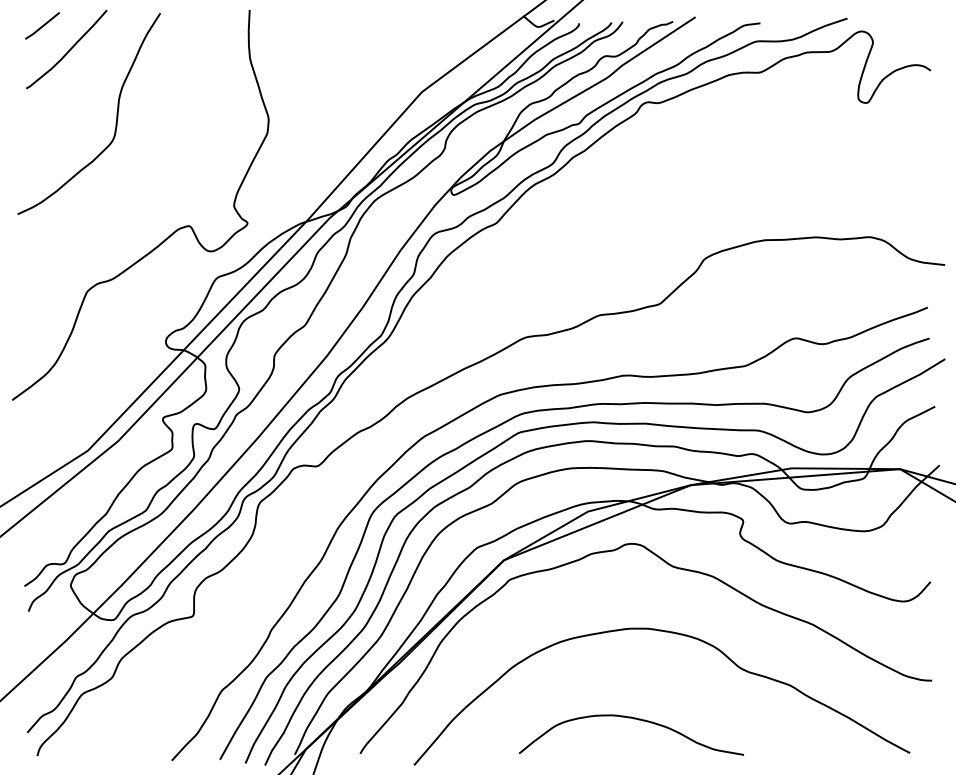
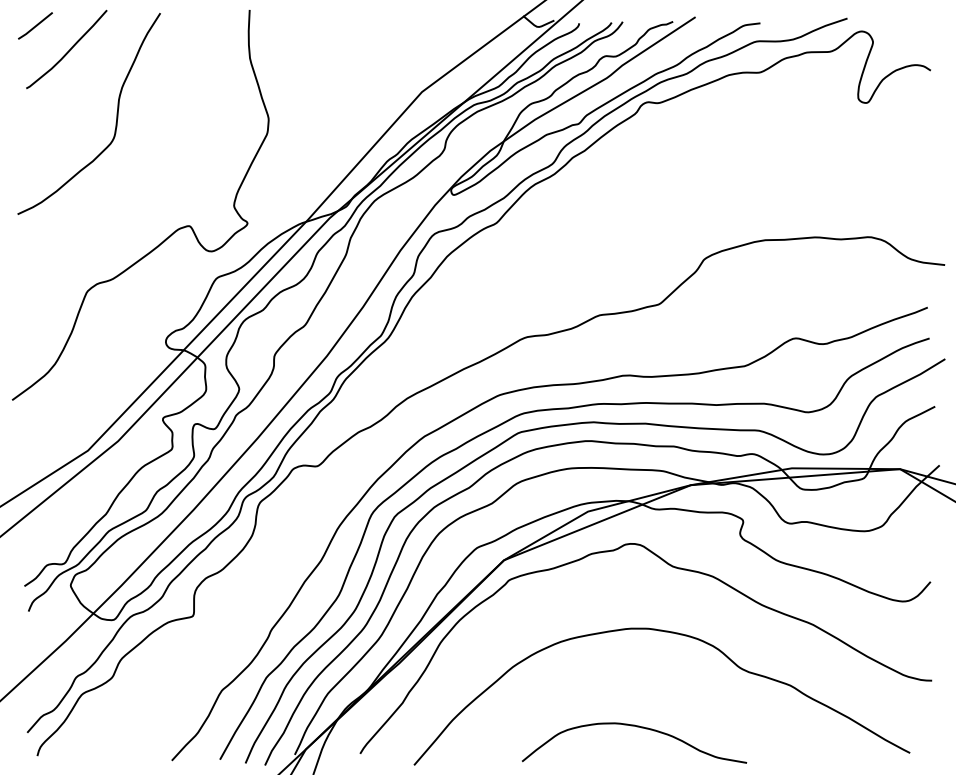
line at (42, 25) position: (42, 25) -> (35, 25)
curve at (634, 719) position: (634, 719) -> (637, 727)
